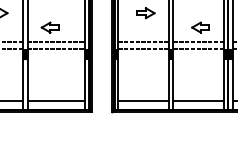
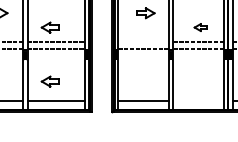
part at (200, 27) size: 19x13 px -> 15x9 px
line at (143, 41): present -> none
part at (49, 81): none -> present
line at (198, 101): present -> none
